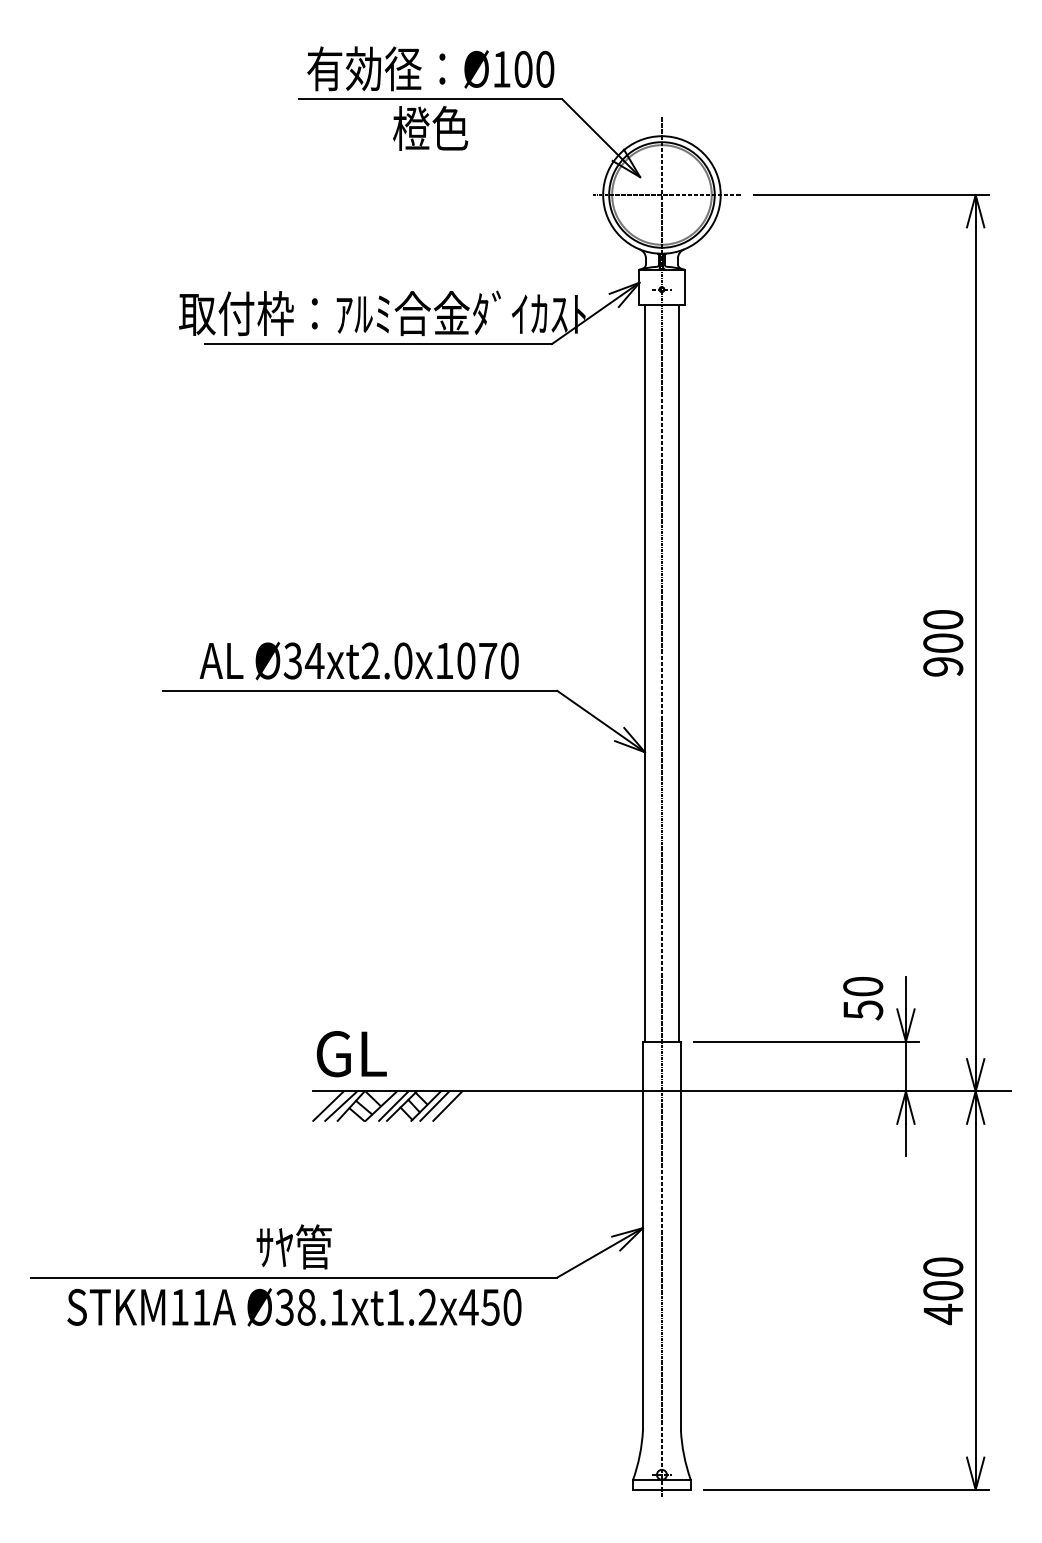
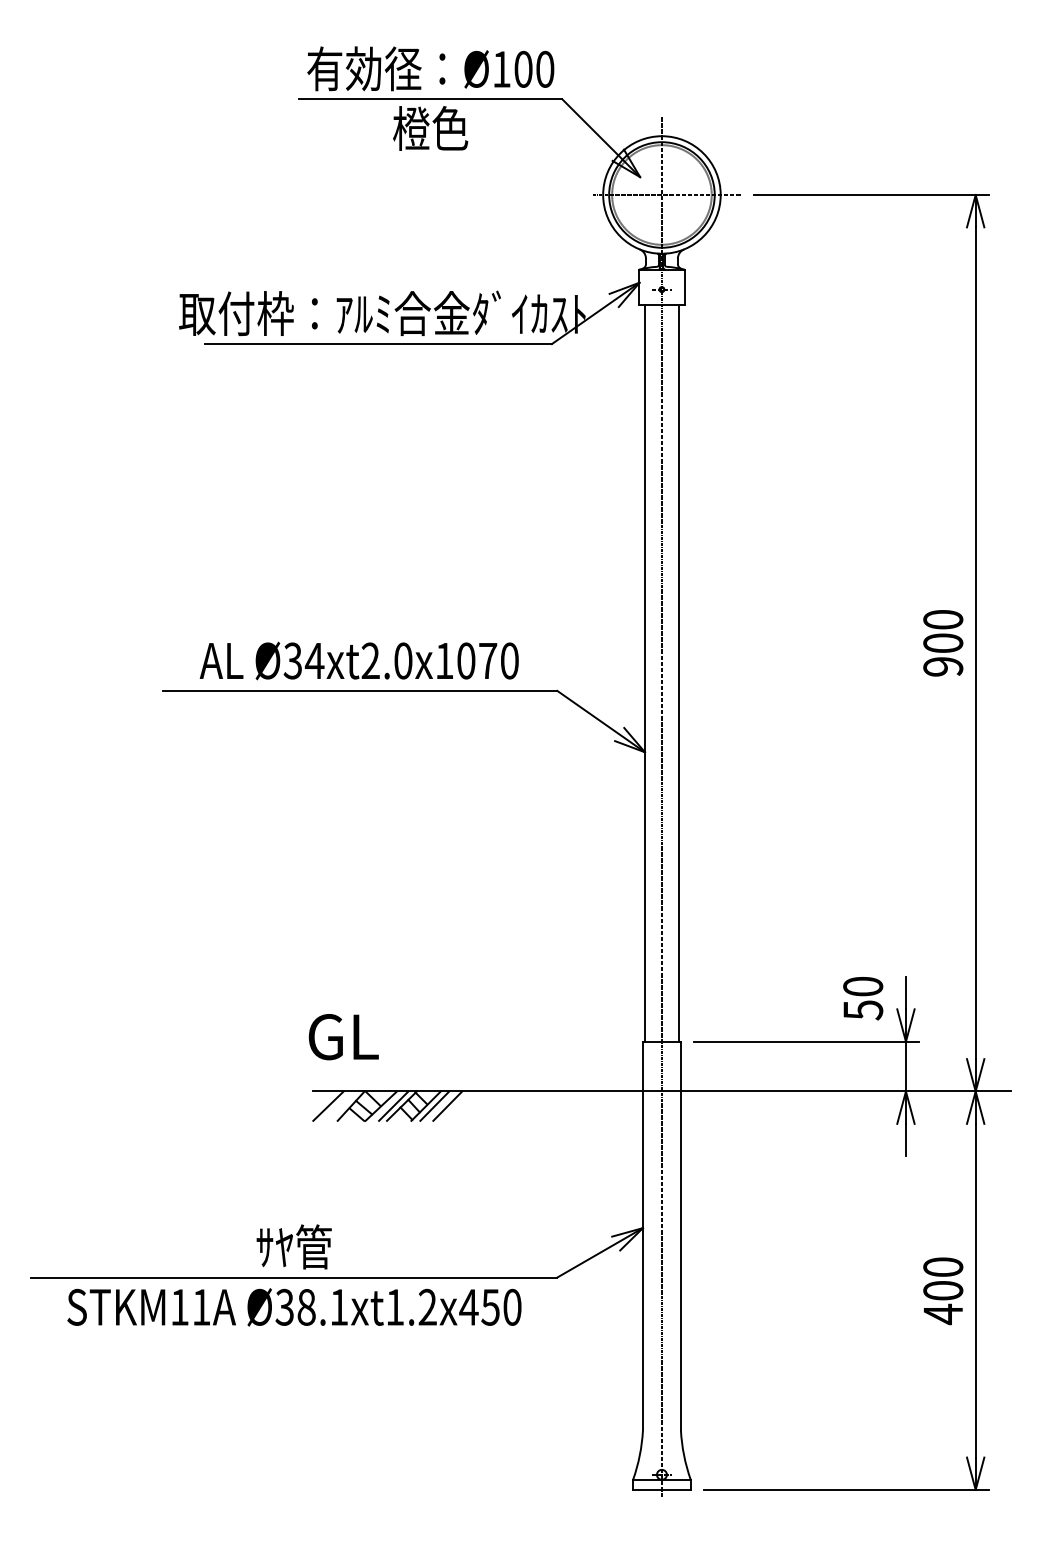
text at (351, 1054) position: (351, 1054) -> (343, 1037)
line at (341, 1105): present -> none
